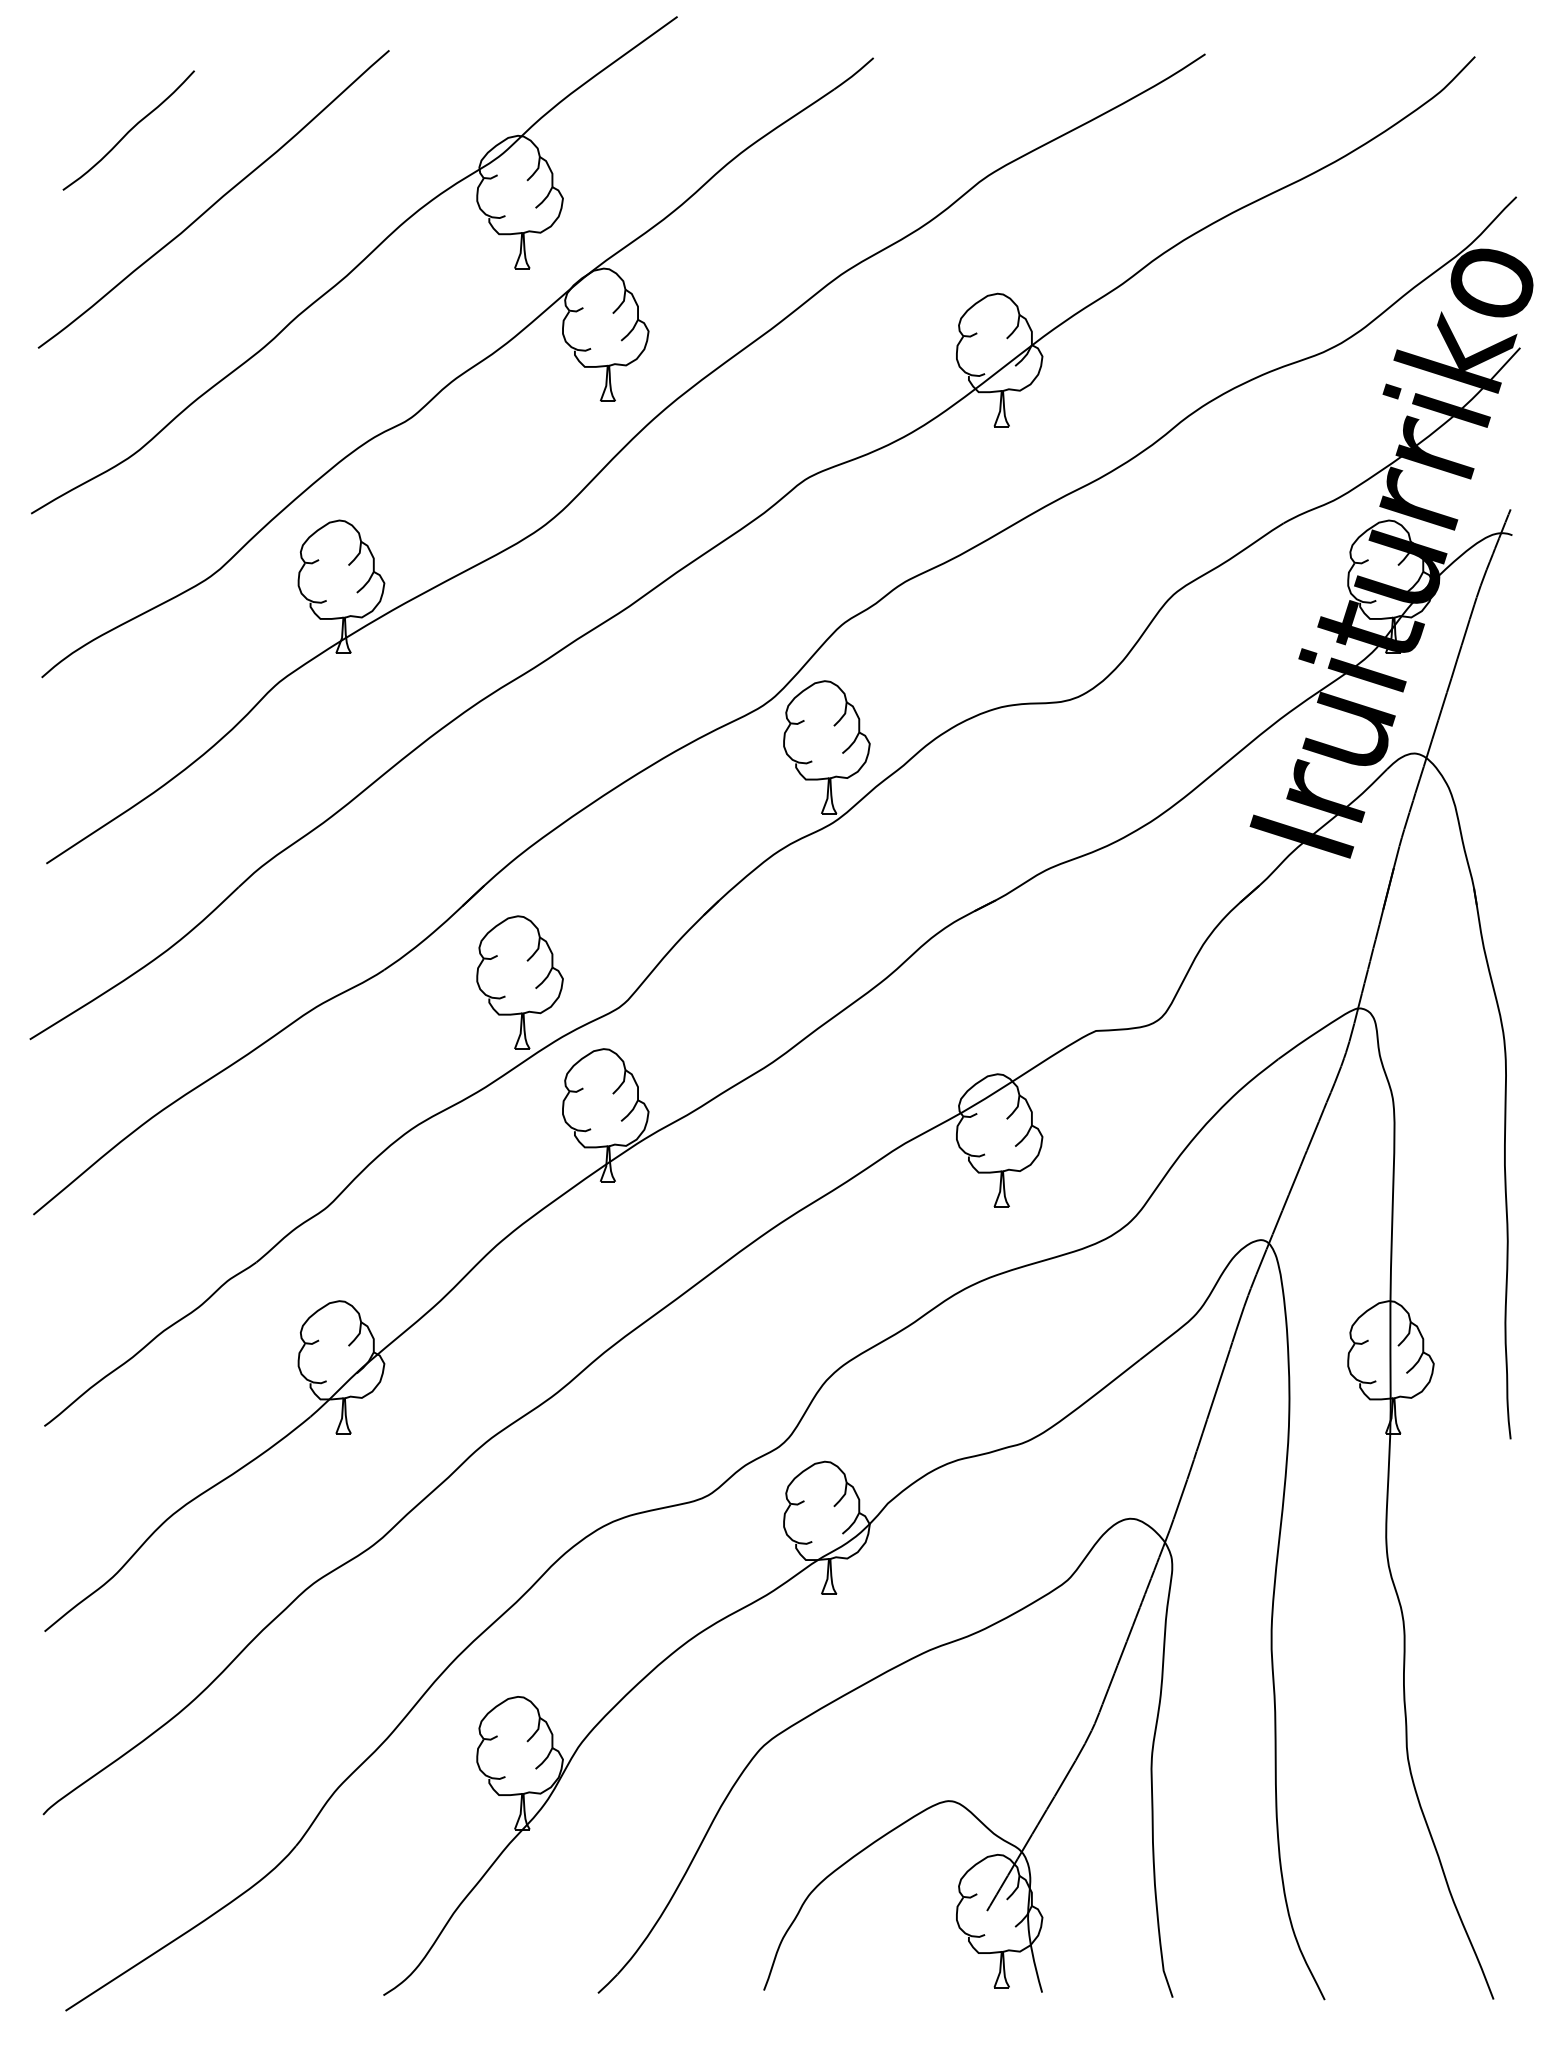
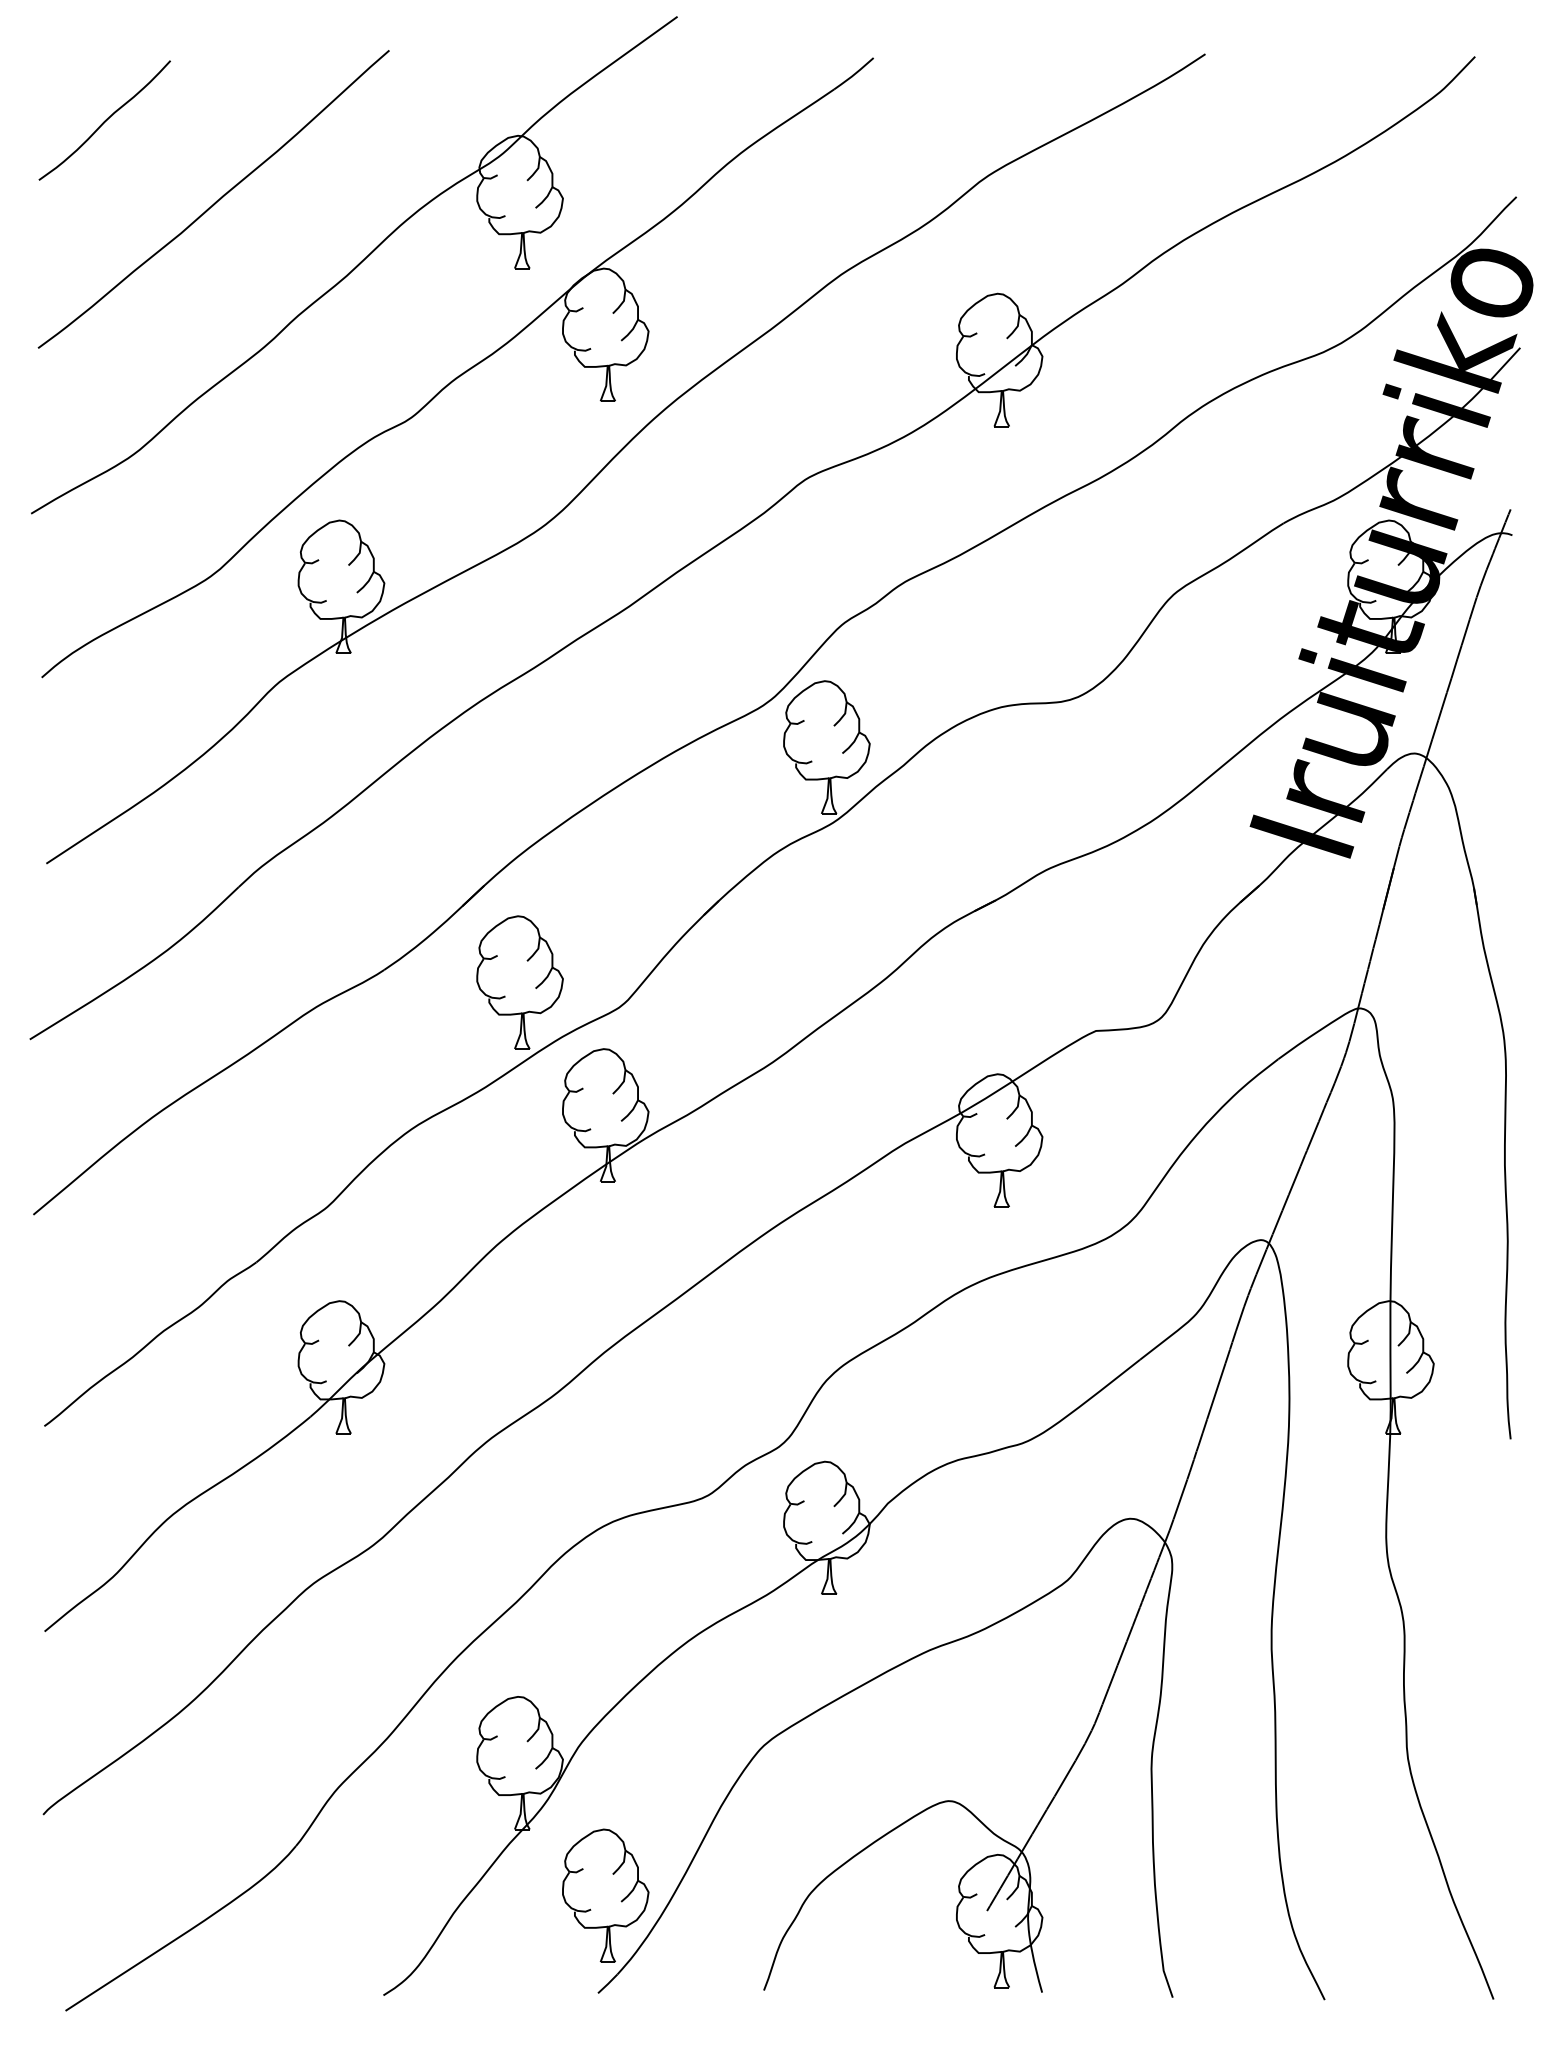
curve at (128, 130) position: (128, 130) -> (104, 120)
part at (605, 1895): none -> present
